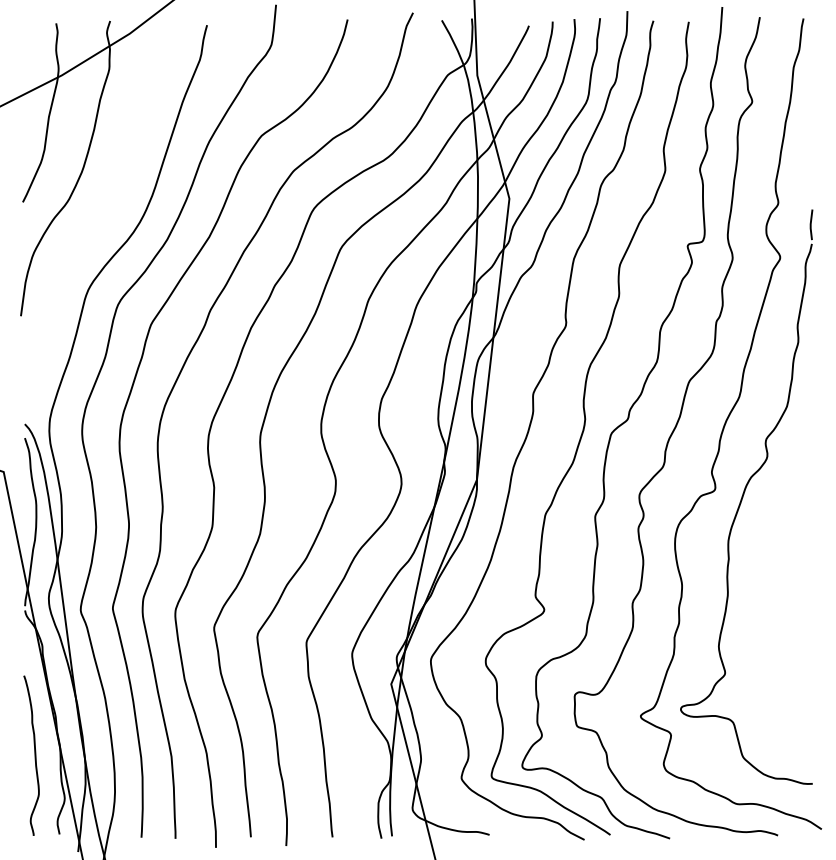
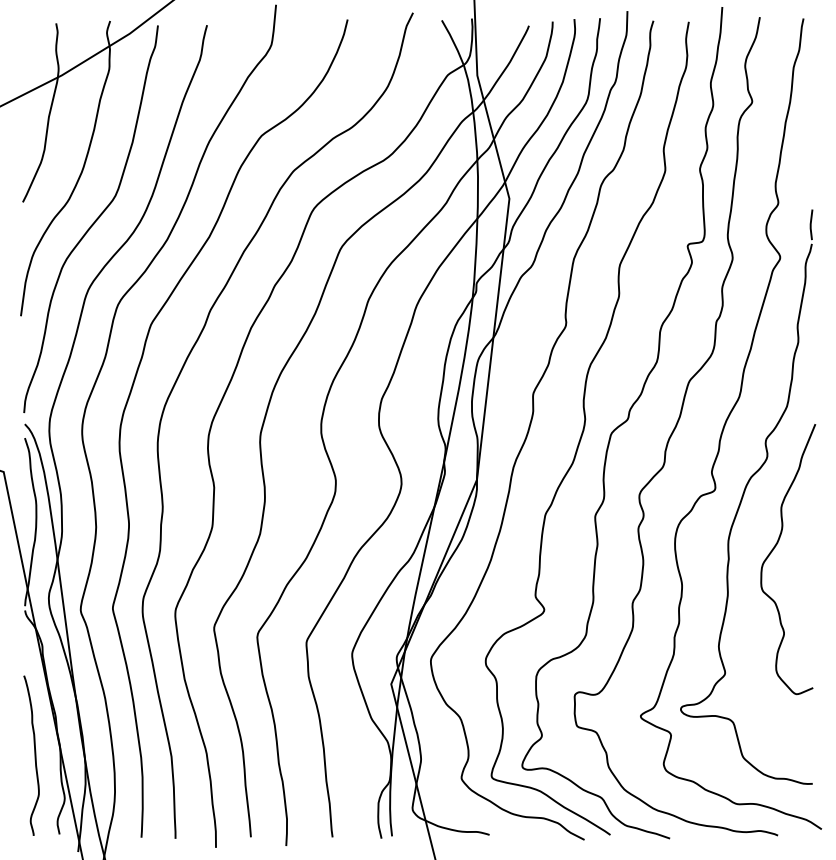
curve at (93, 222): none -> present
curve at (774, 549): none -> present
